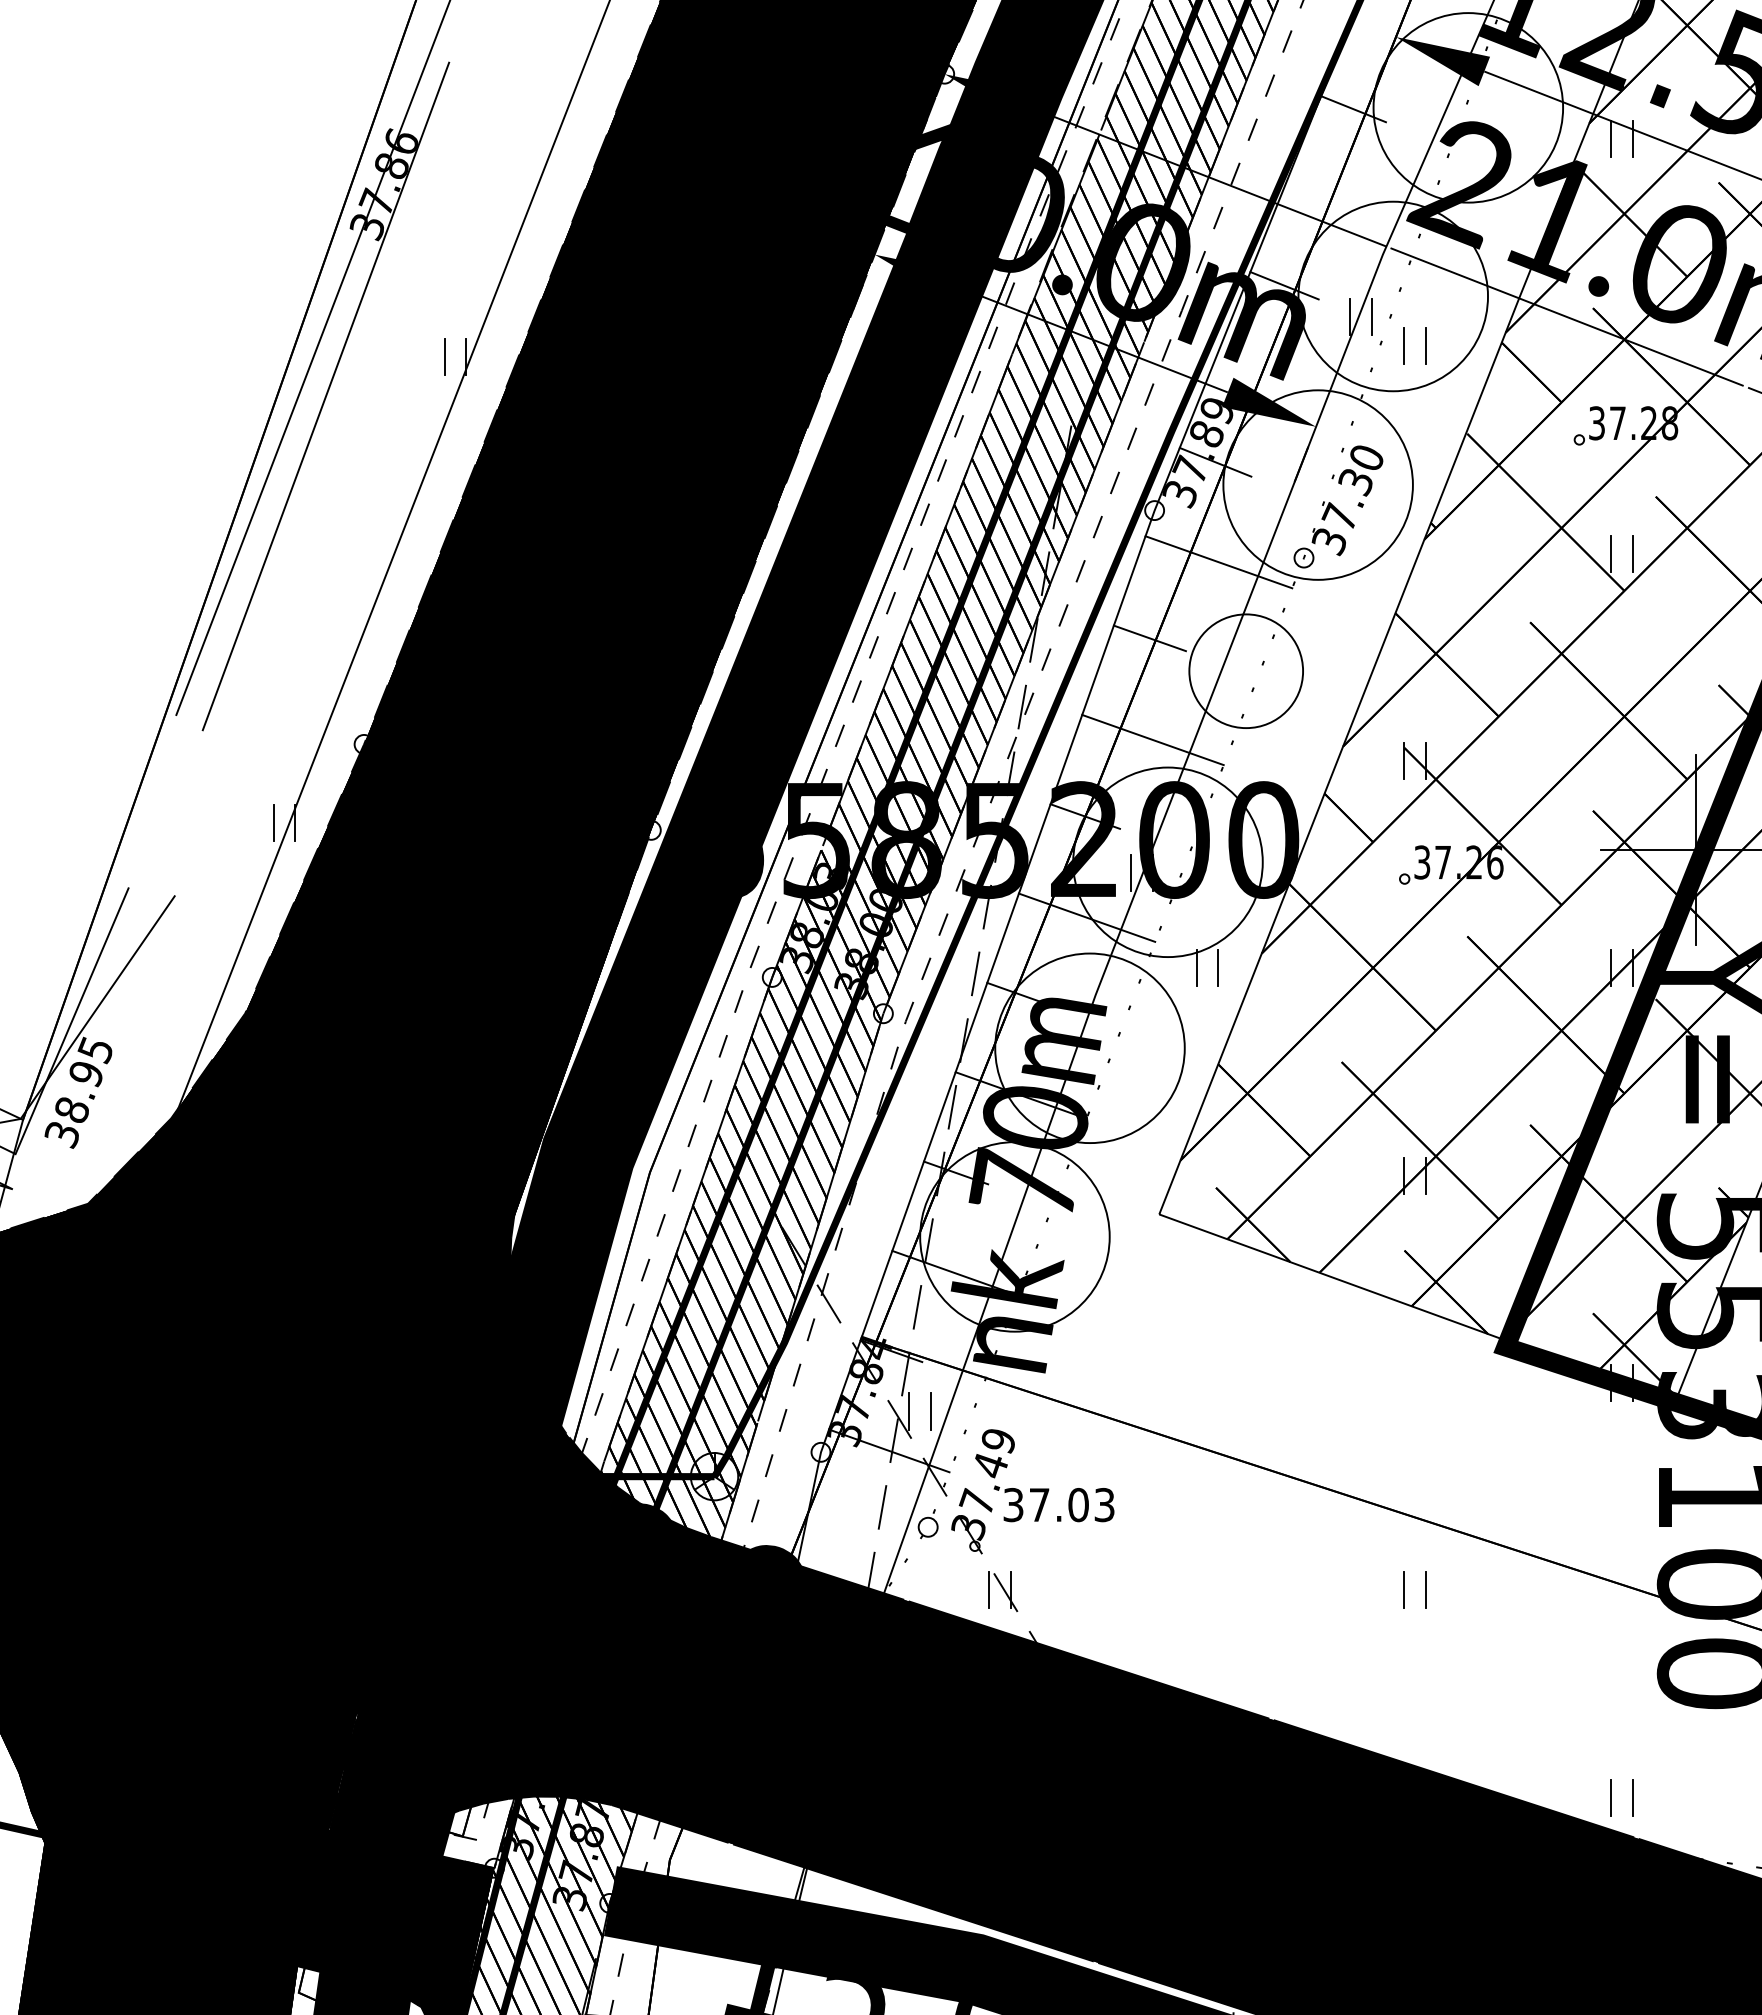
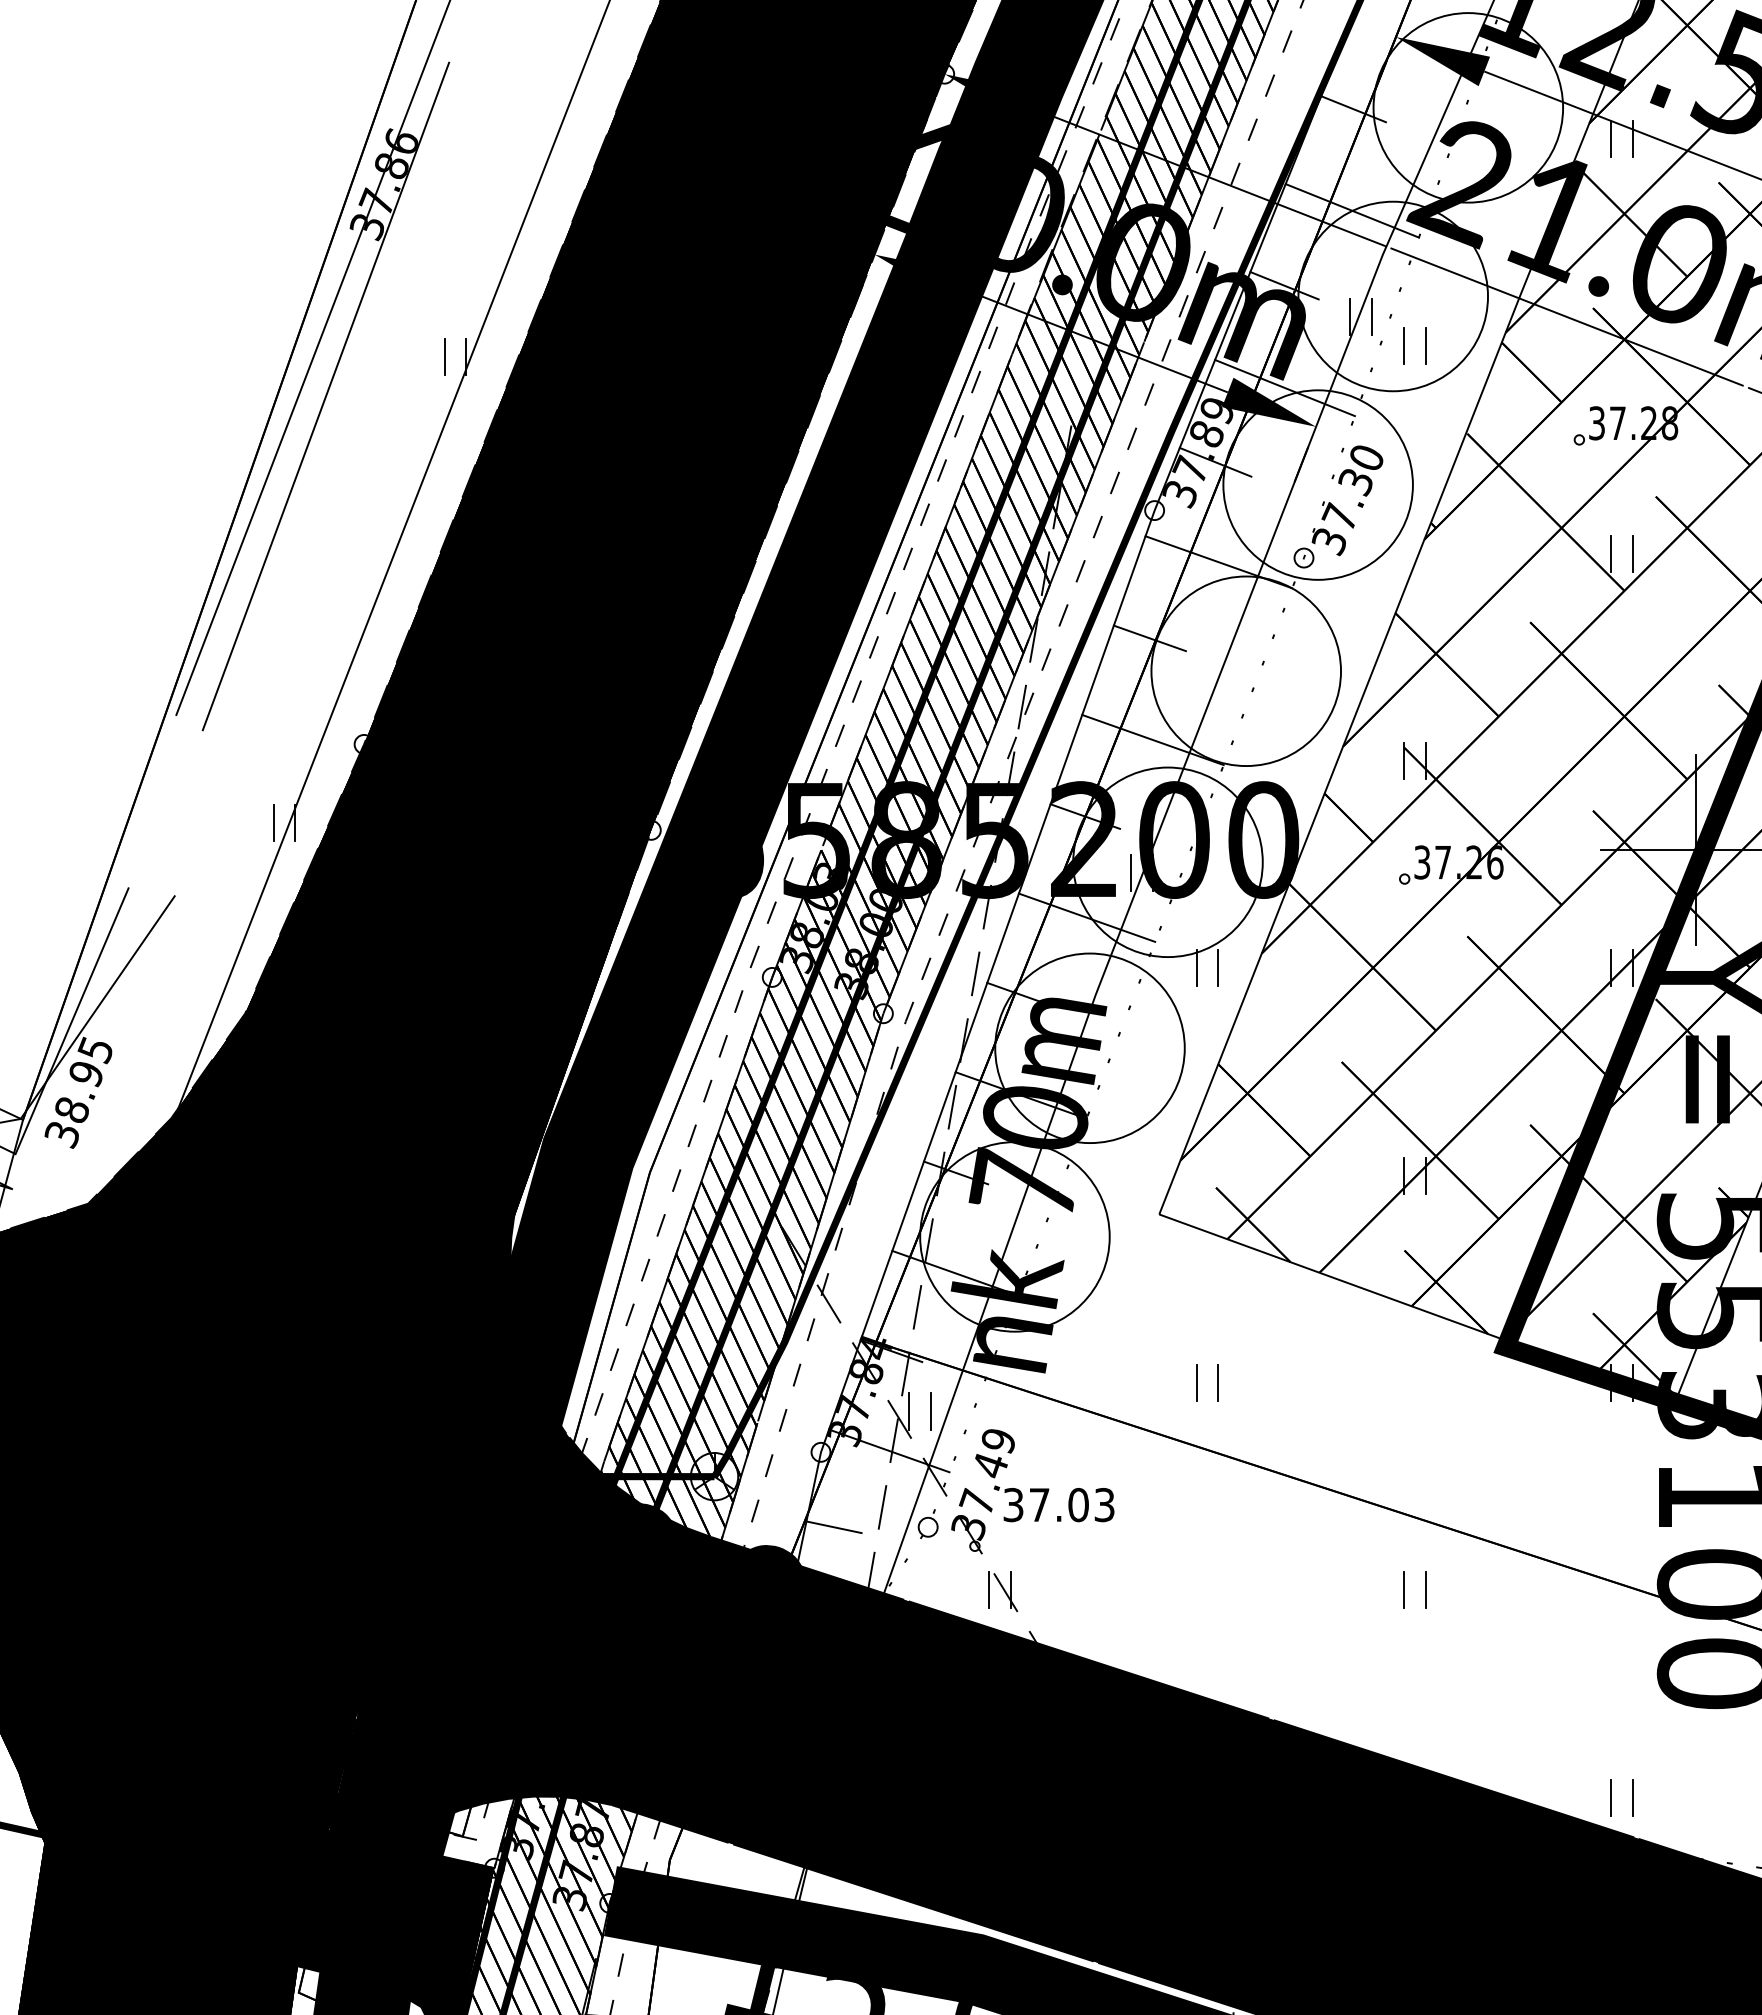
line at (1351, 210): none -> present
line at (1284, 388): none -> present
circle at (1246, 671) diameter: 114 px -> 190 px
part at (1197, 1382): none -> present
line at (833, 1527): none -> present
